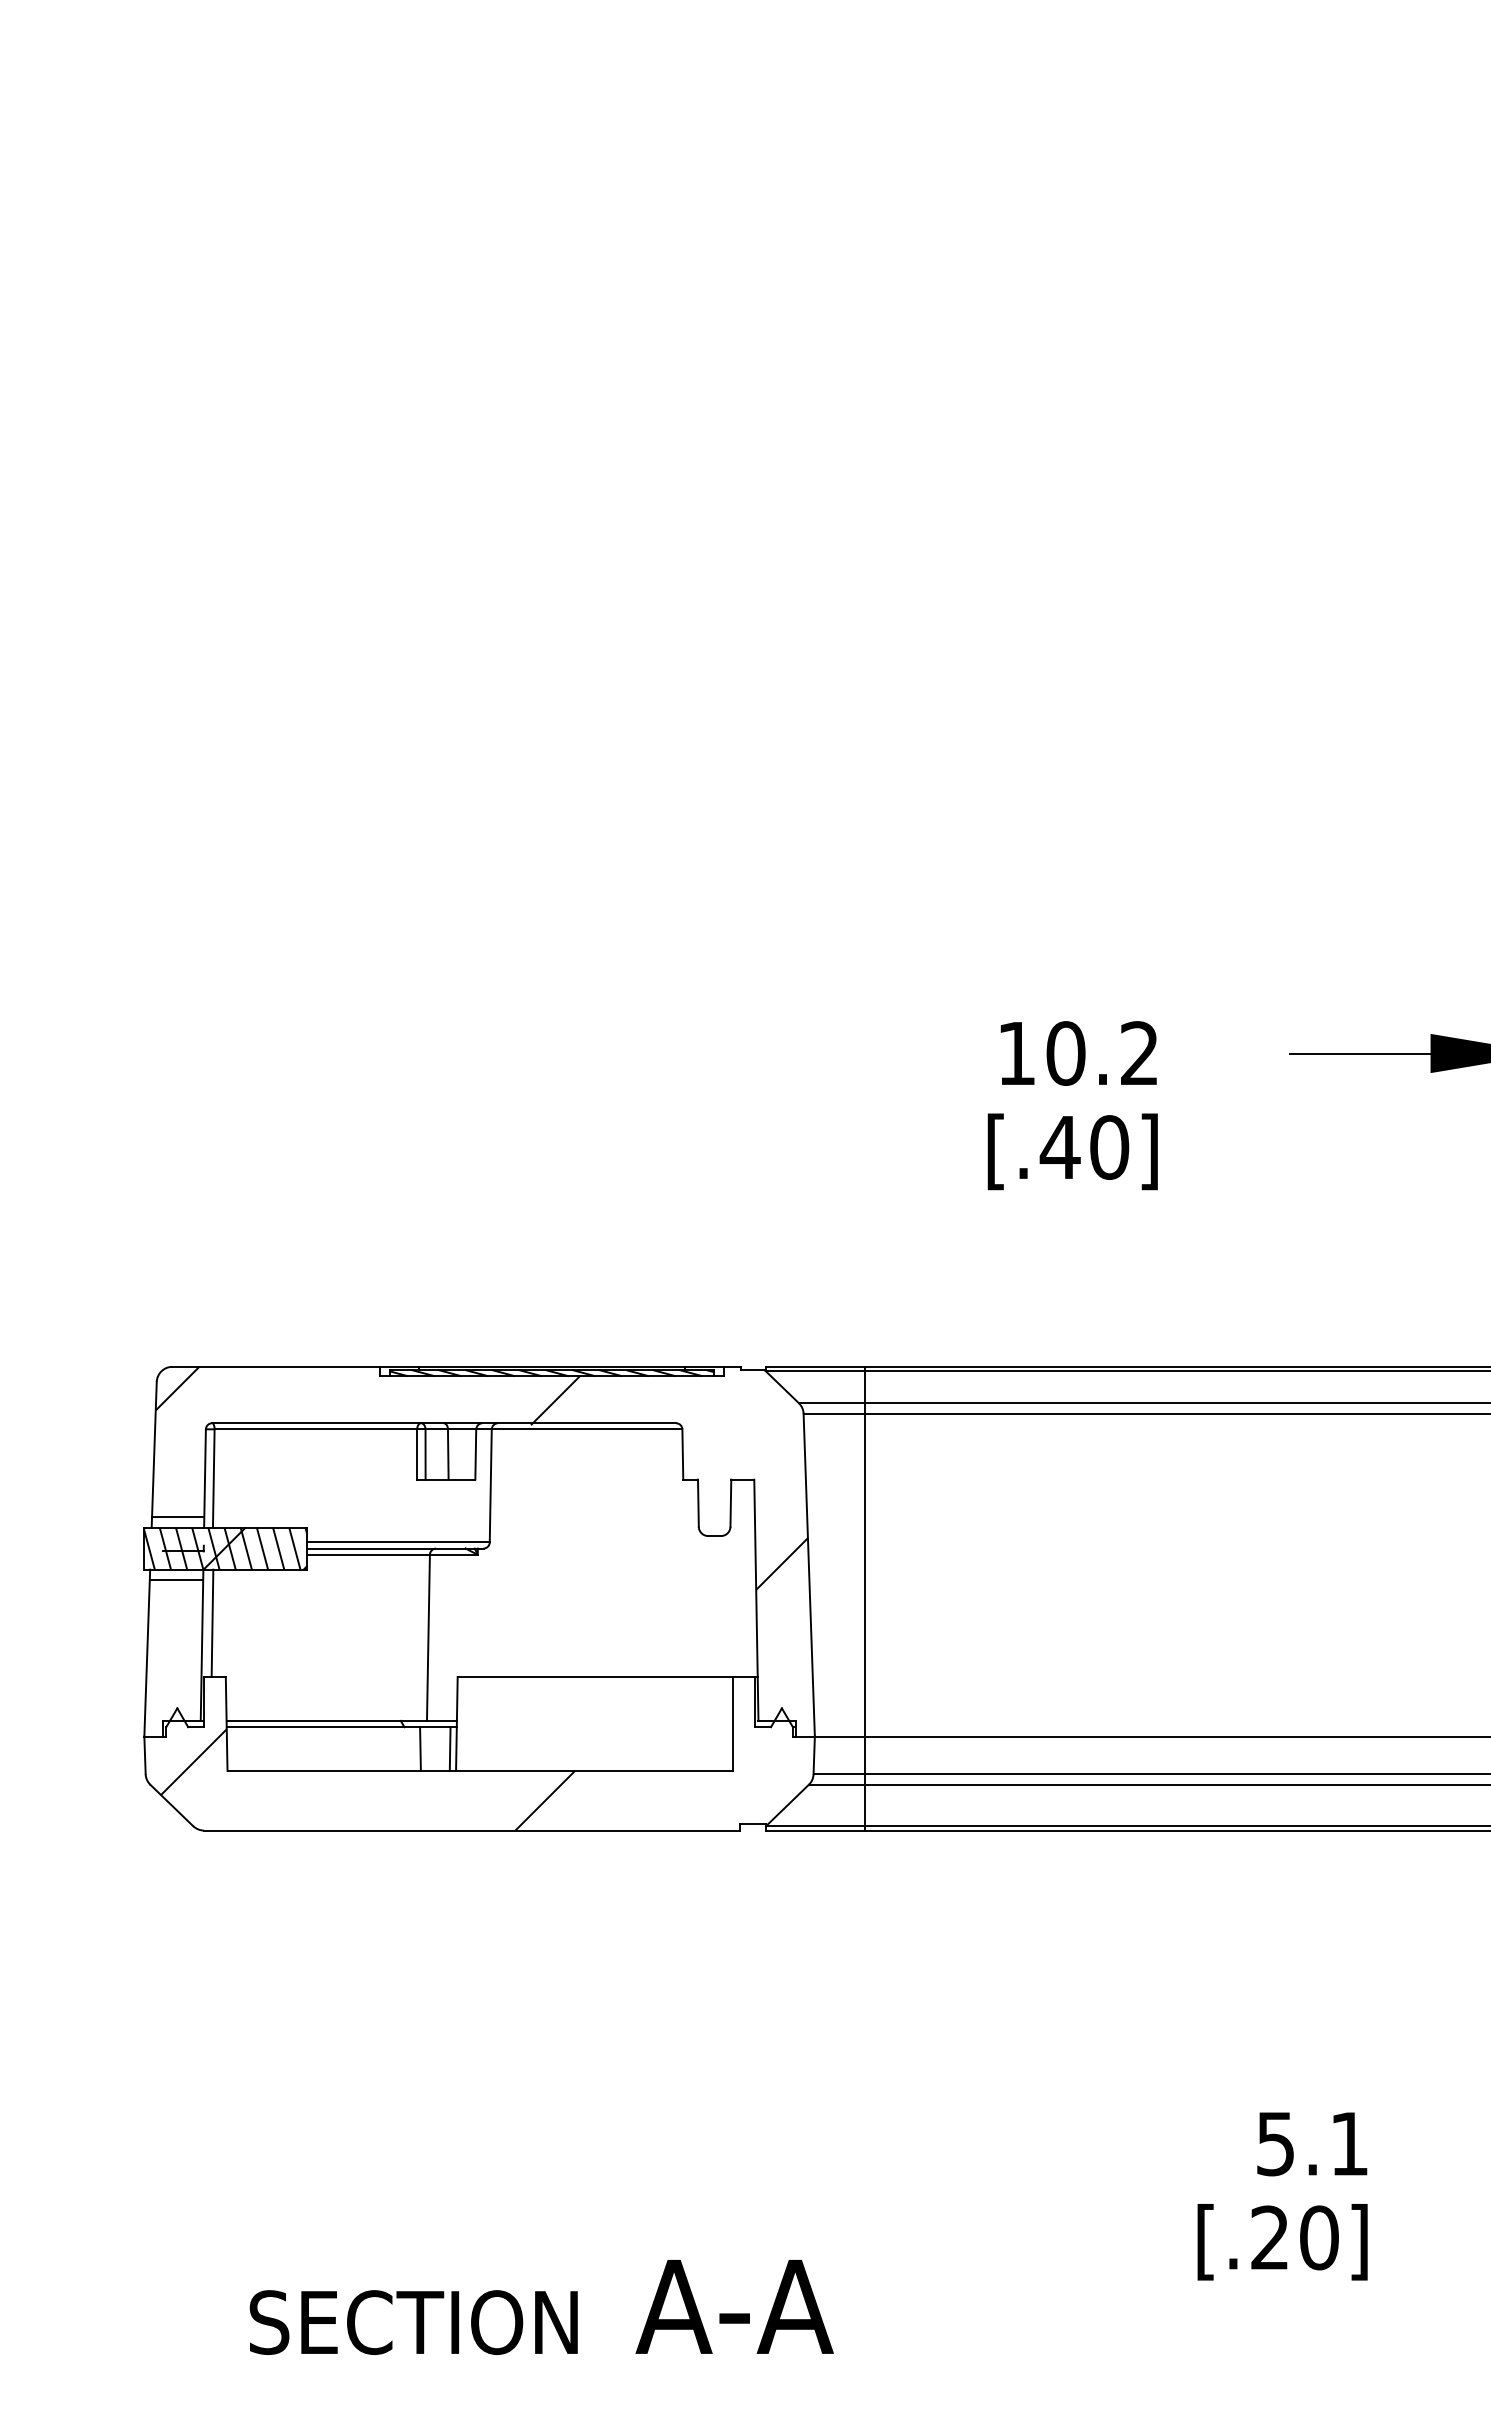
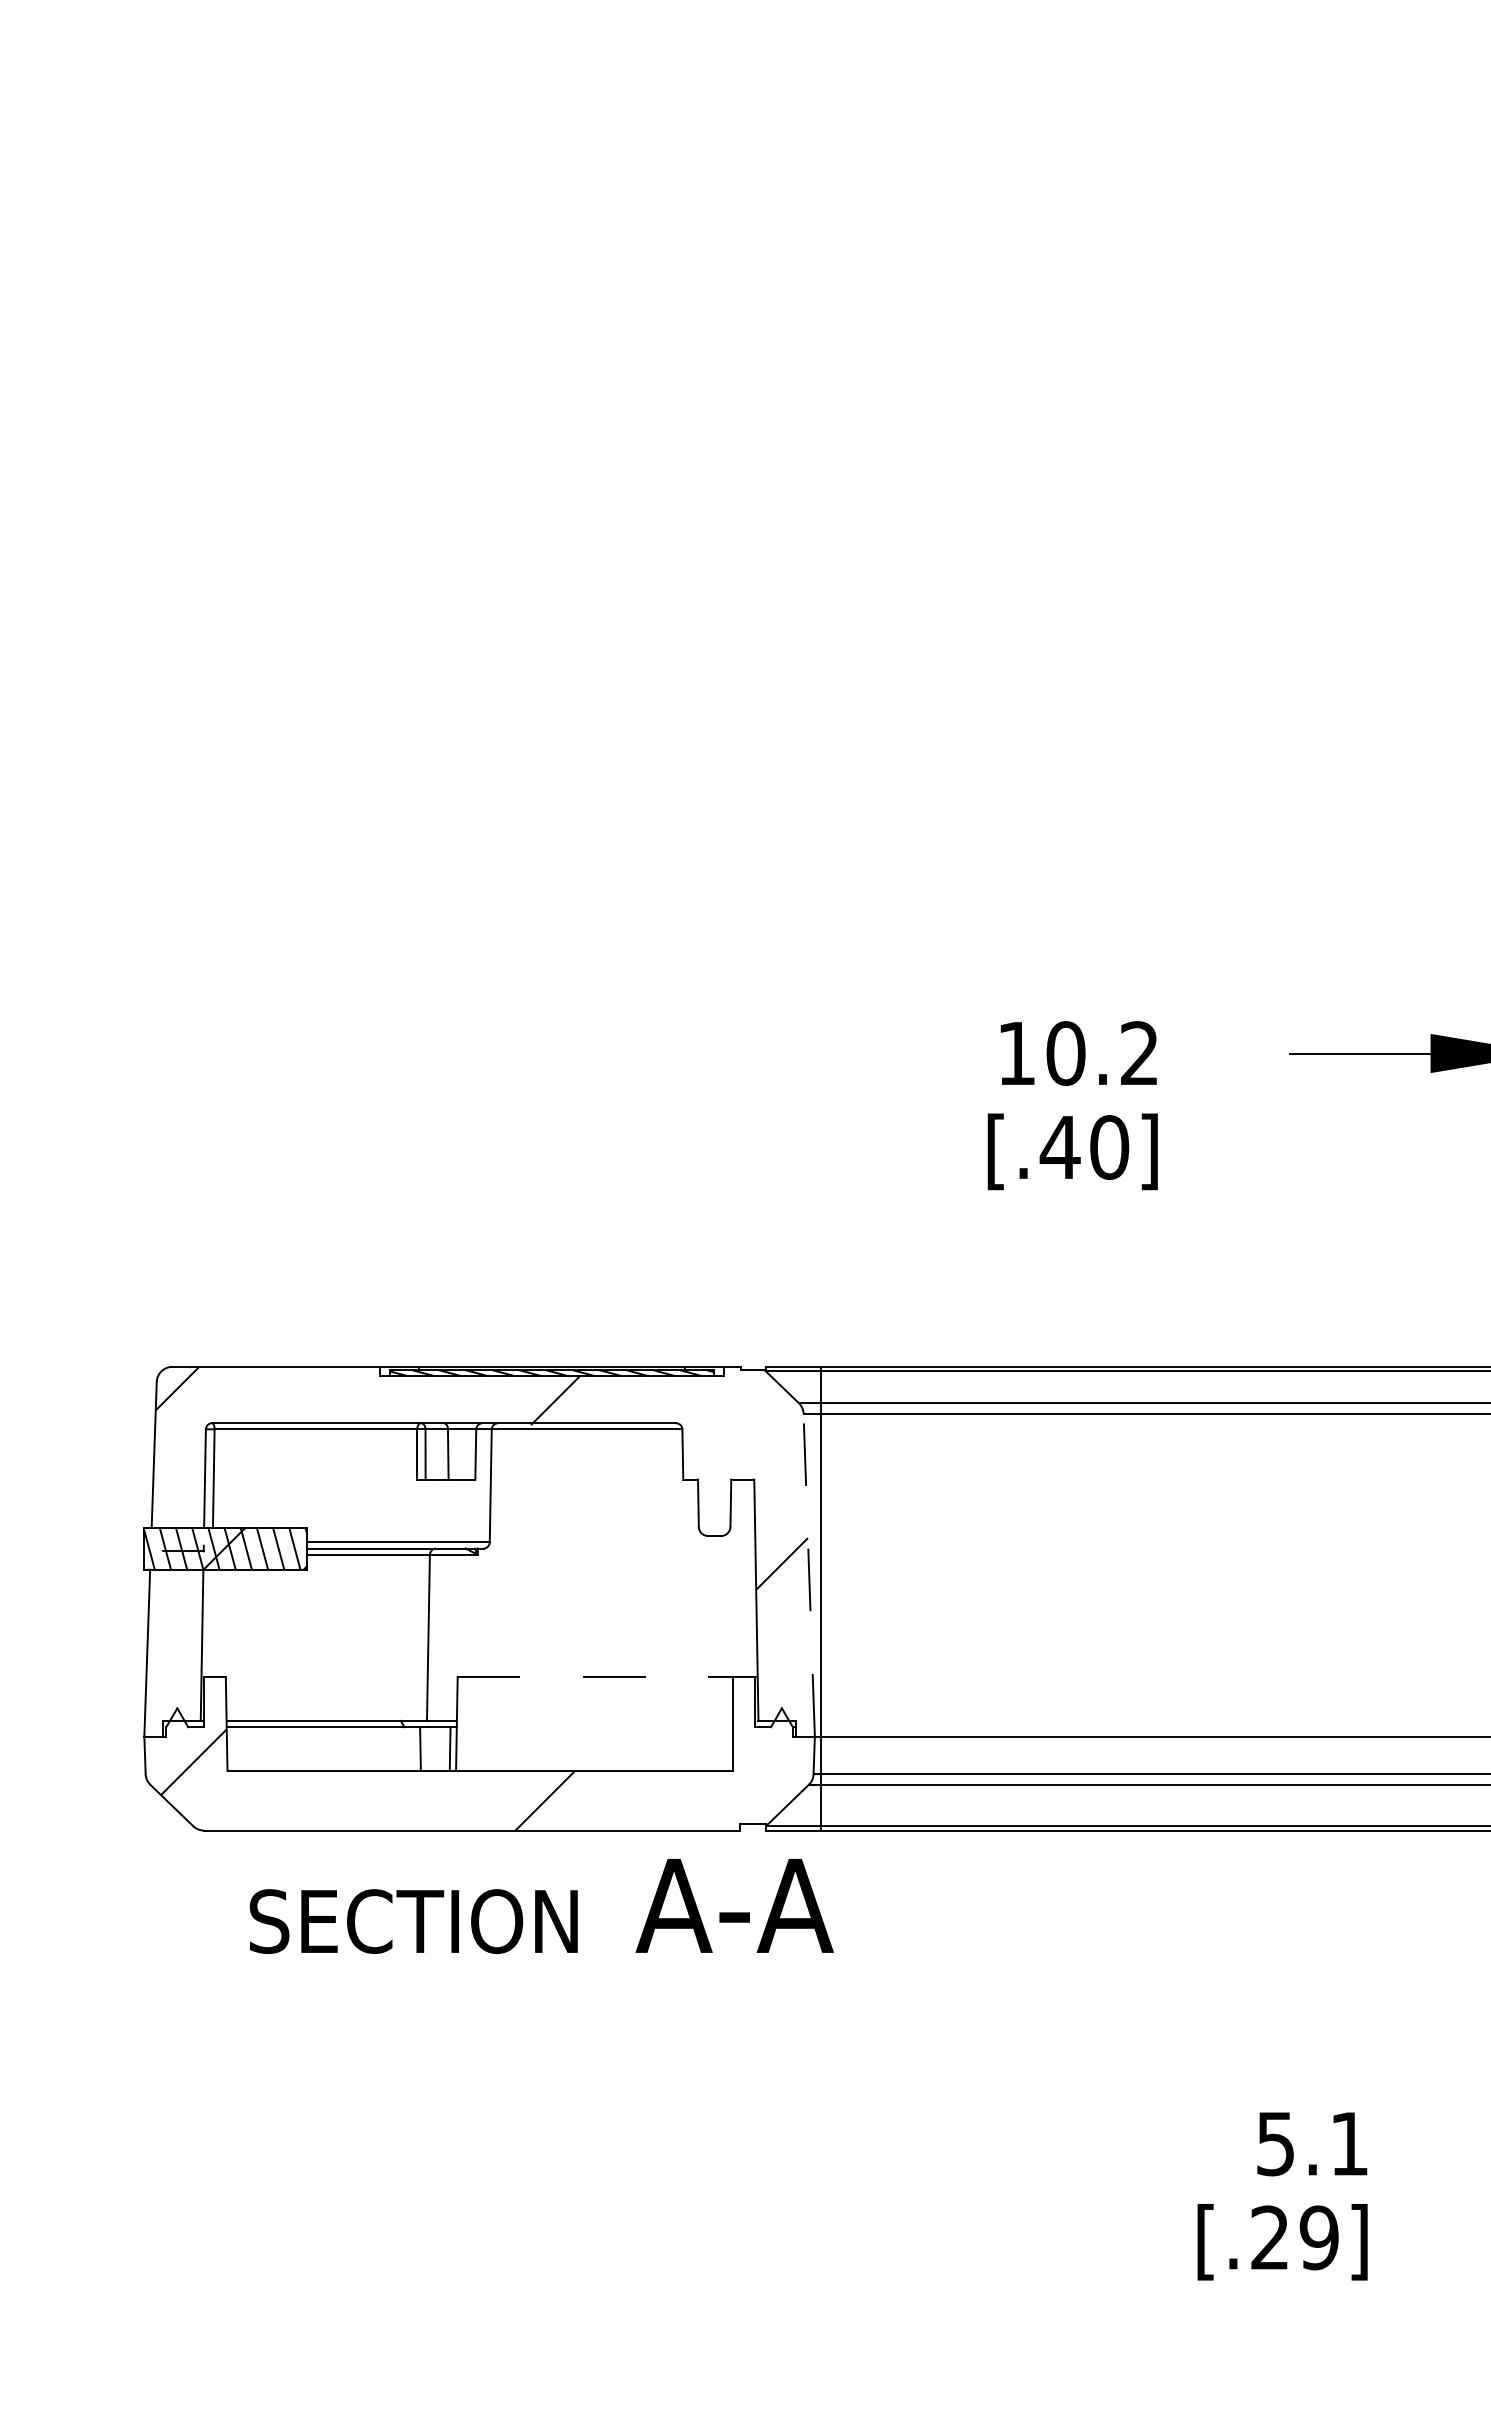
line at (178, 1517): present -> none
line at (809, 1574): solid -> dashed
line at (176, 1579): present -> none
line at (865, 1598) position: (865, 1598) -> (821, 1598)
line at (212, 1623): present -> none
line at (608, 1677): solid -> dashed
text at (1318, 2237): [.20] -> [.29]
text at (541, 2307) position: (541, 2307) -> (541, 1906)
